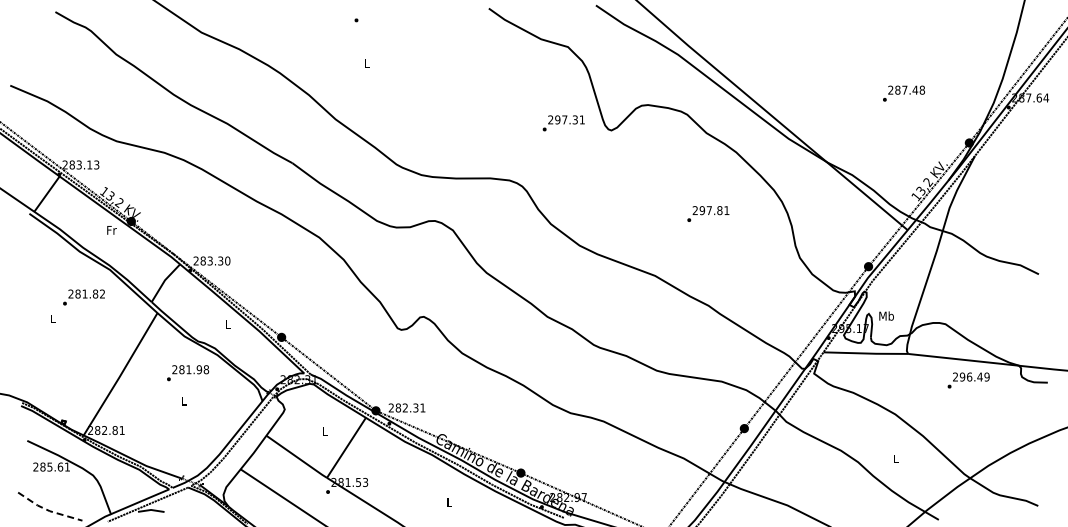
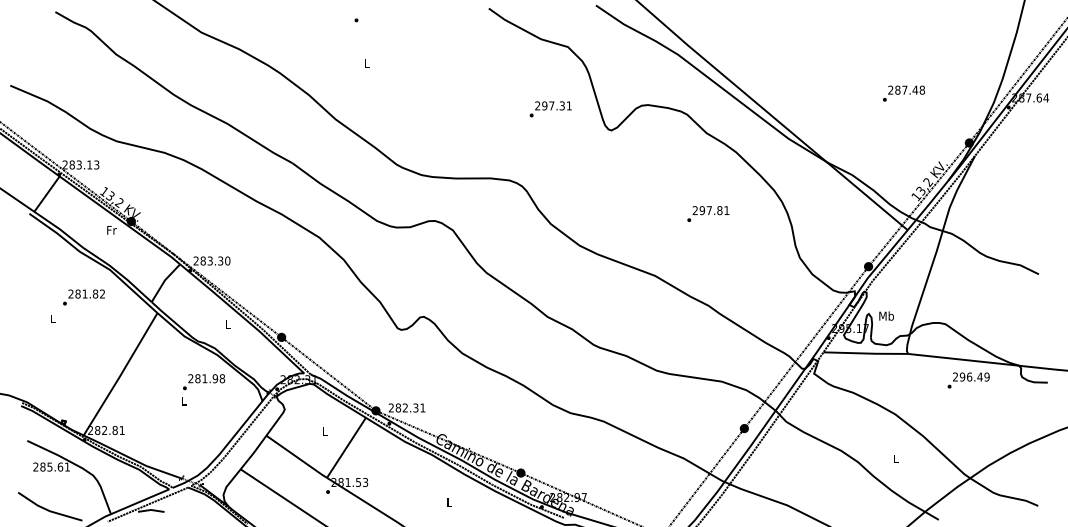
text at (563, 123) position: (563, 123) -> (550, 109)
text at (188, 373) position: (188, 373) -> (204, 382)
line at (48, 510): dashed -> solid
